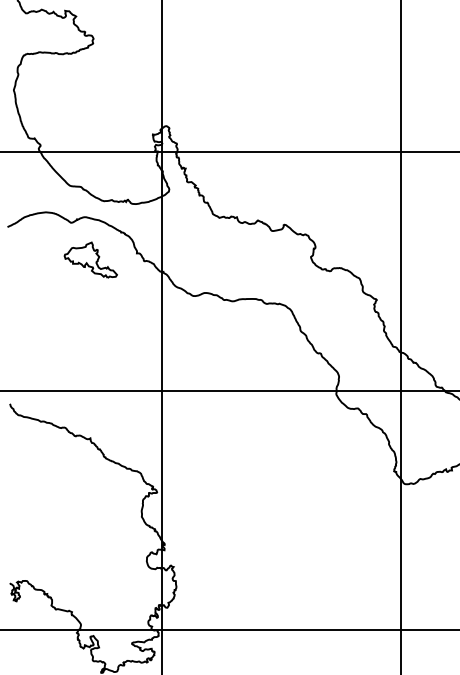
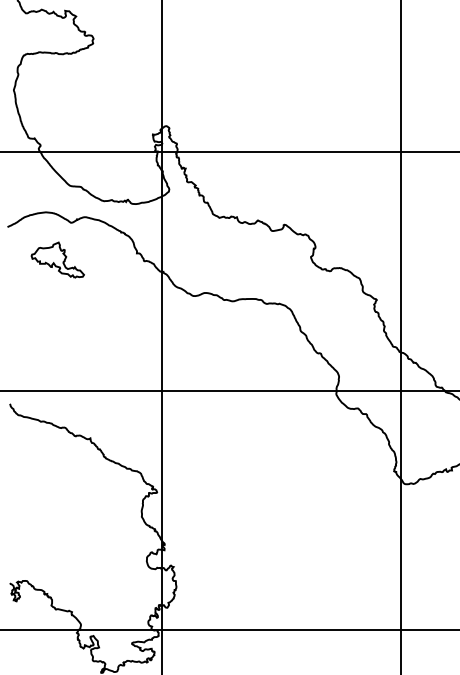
part at (90, 259) position: (90, 259) -> (57, 259)
